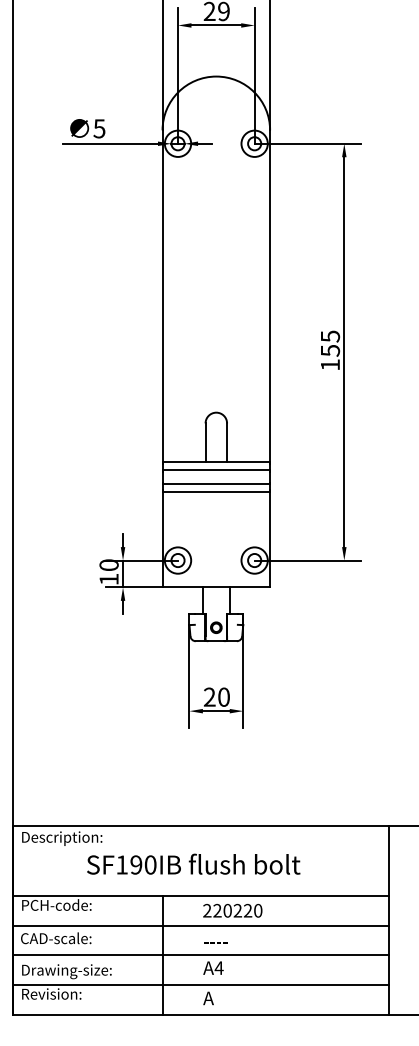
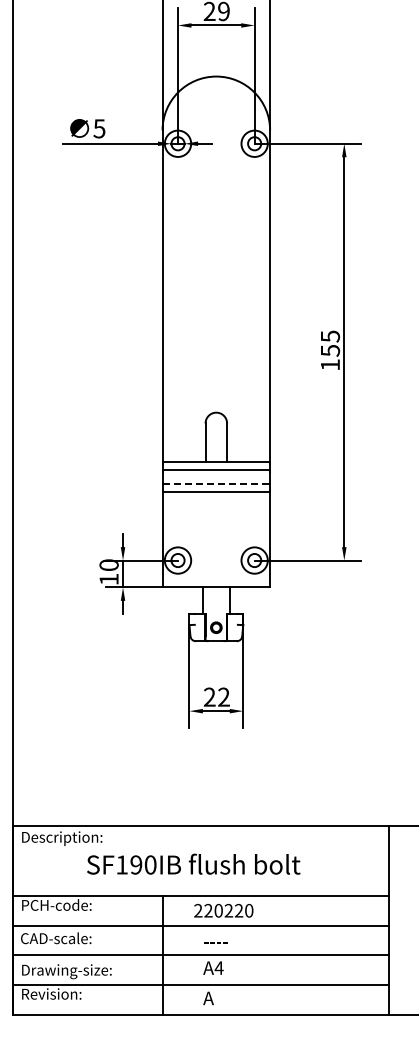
line at (216, 483): solid -> dashed
text at (223, 696): 20 -> 22
text at (232, 910) position: (232, 910) -> (223, 910)
